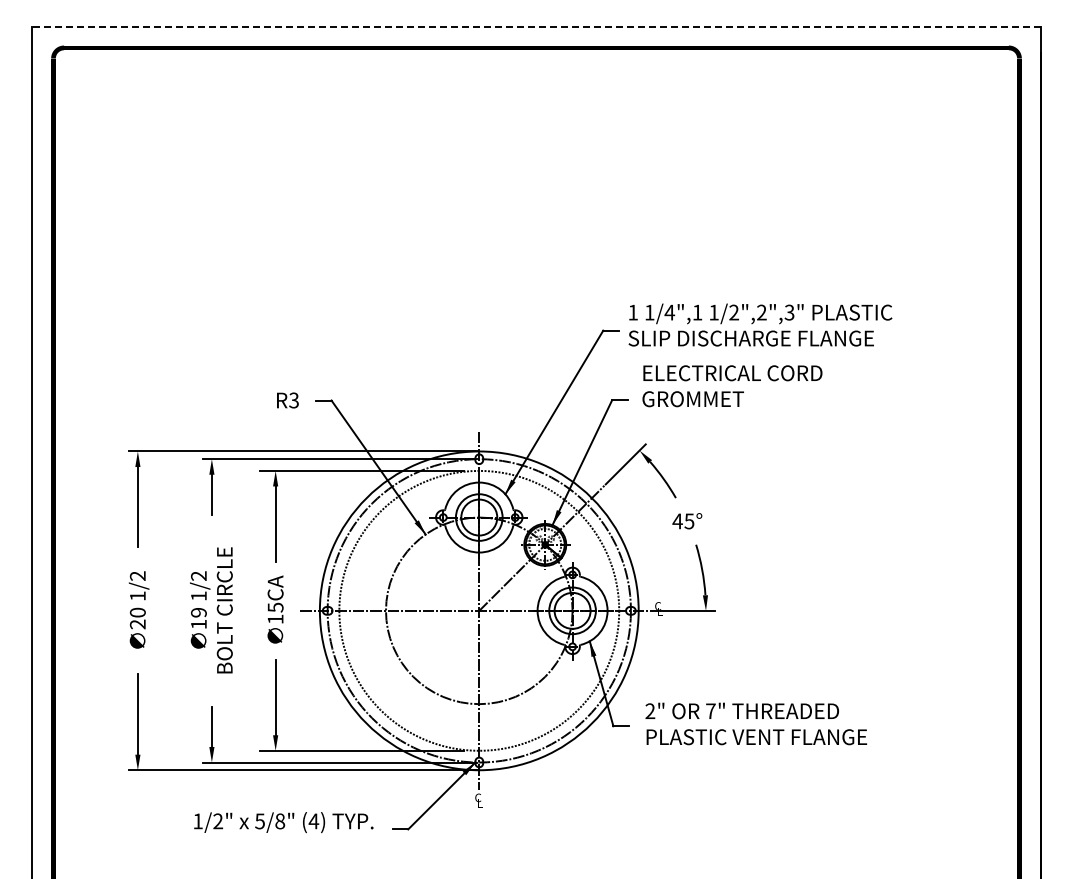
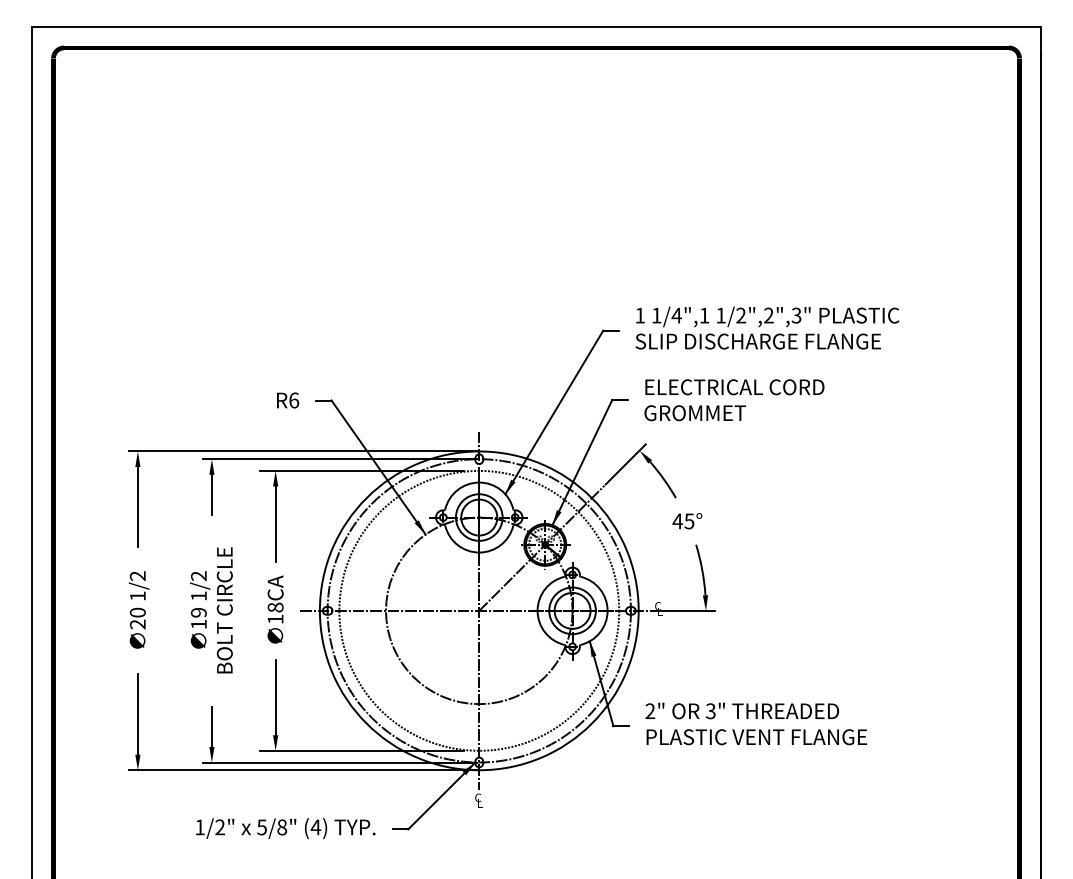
line at (536, 26): dashed -> solid
text at (760, 324) position: (760, 324) -> (767, 327)
text at (732, 386) position: (732, 386) -> (734, 400)
text at (294, 400): R3 -> R6
text at (275, 607): 15CA -> 18CA
text at (710, 711): 7" -> 3"
text at (283, 822) position: (283, 822) -> (285, 828)
